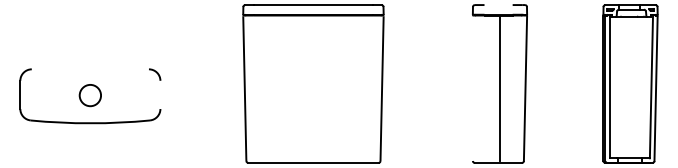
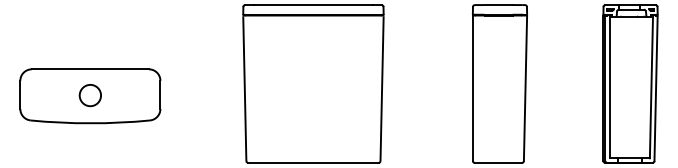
line at (498, 5): none -> present
line at (89, 69): none -> present
line at (499, 88) position: (499, 88) -> (472, 88)
line at (160, 94): none -> present
